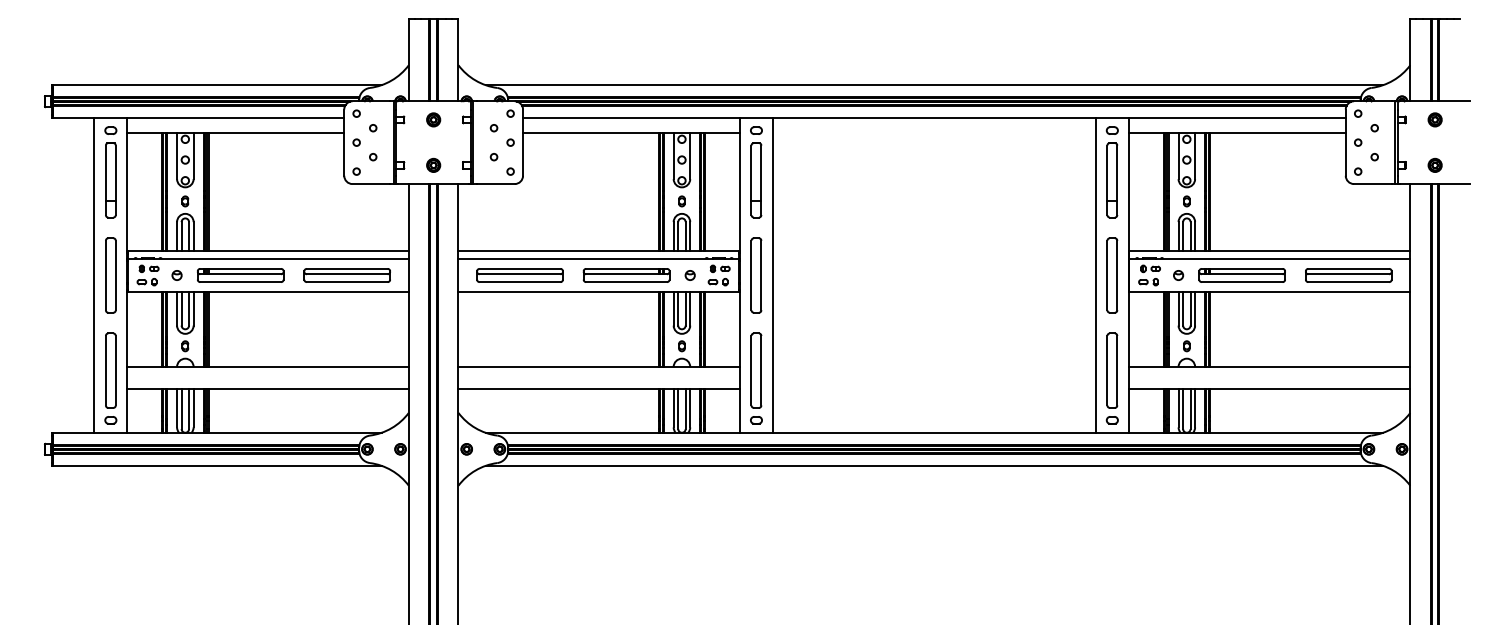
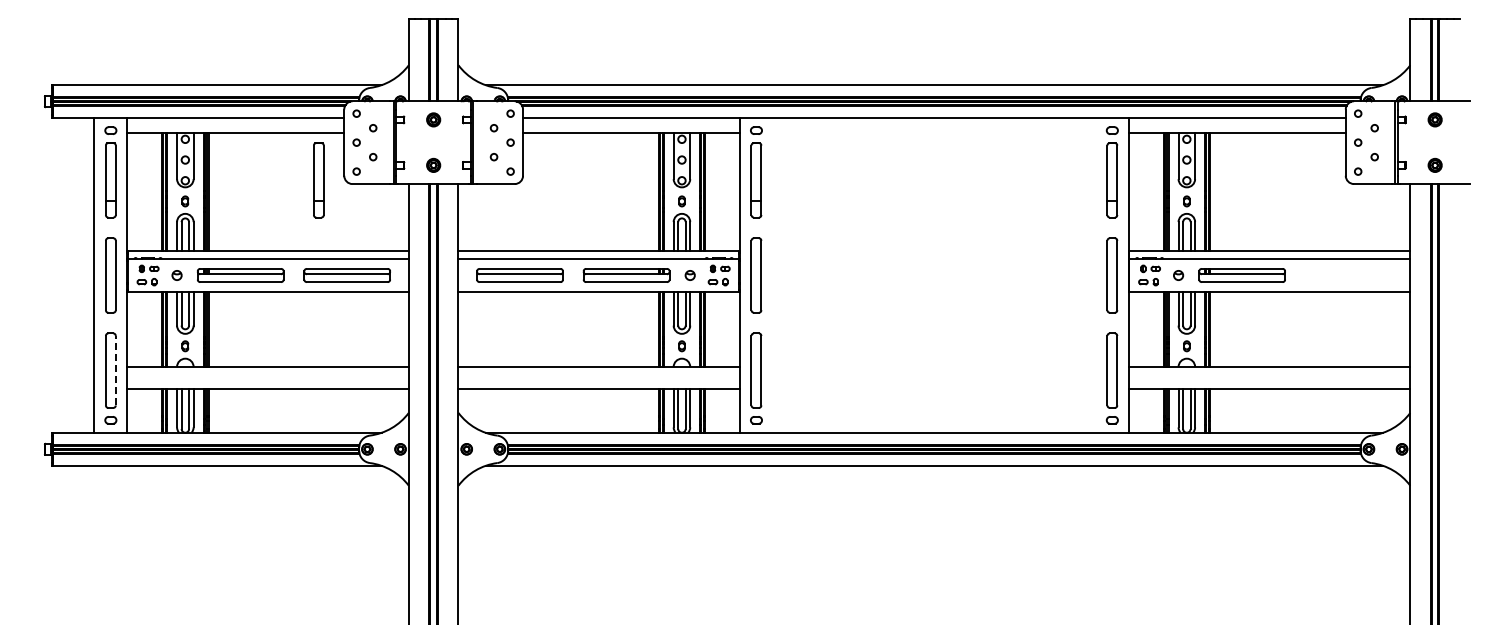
part at (318, 180): none -> present
line at (773, 275): present -> none
line at (1095, 275): present -> none
part at (1348, 275): present -> none
line at (115, 370): solid -> dashed
